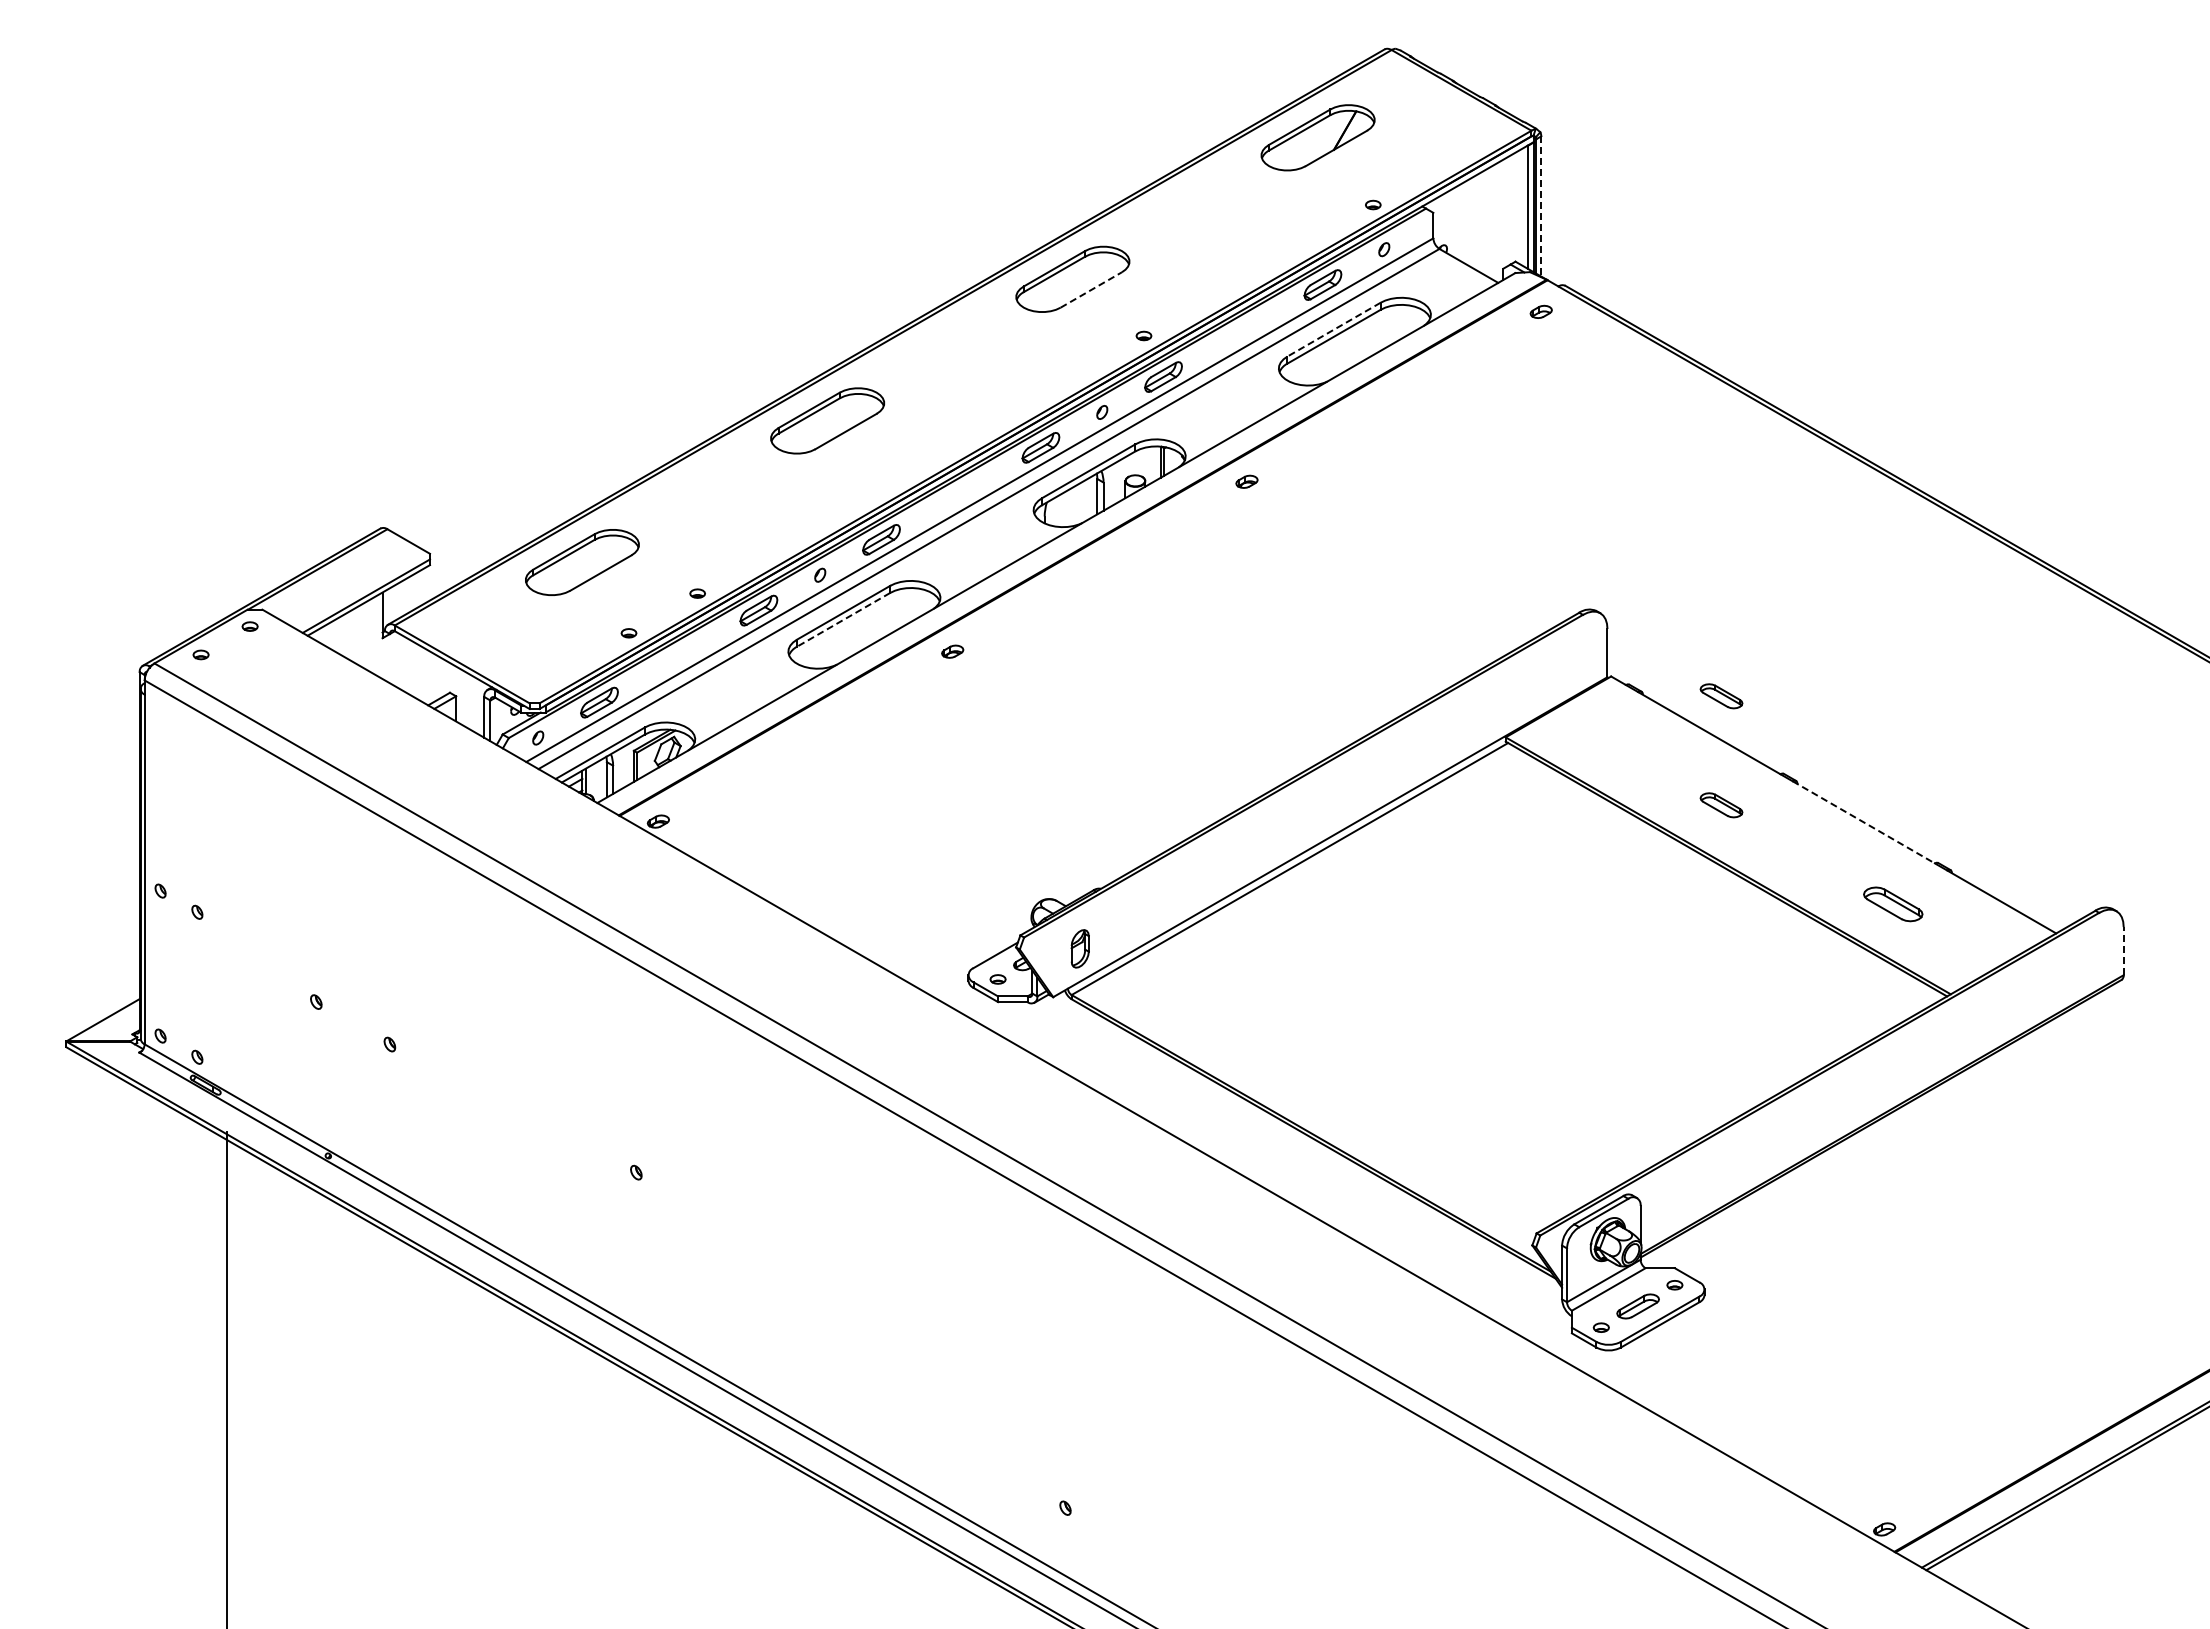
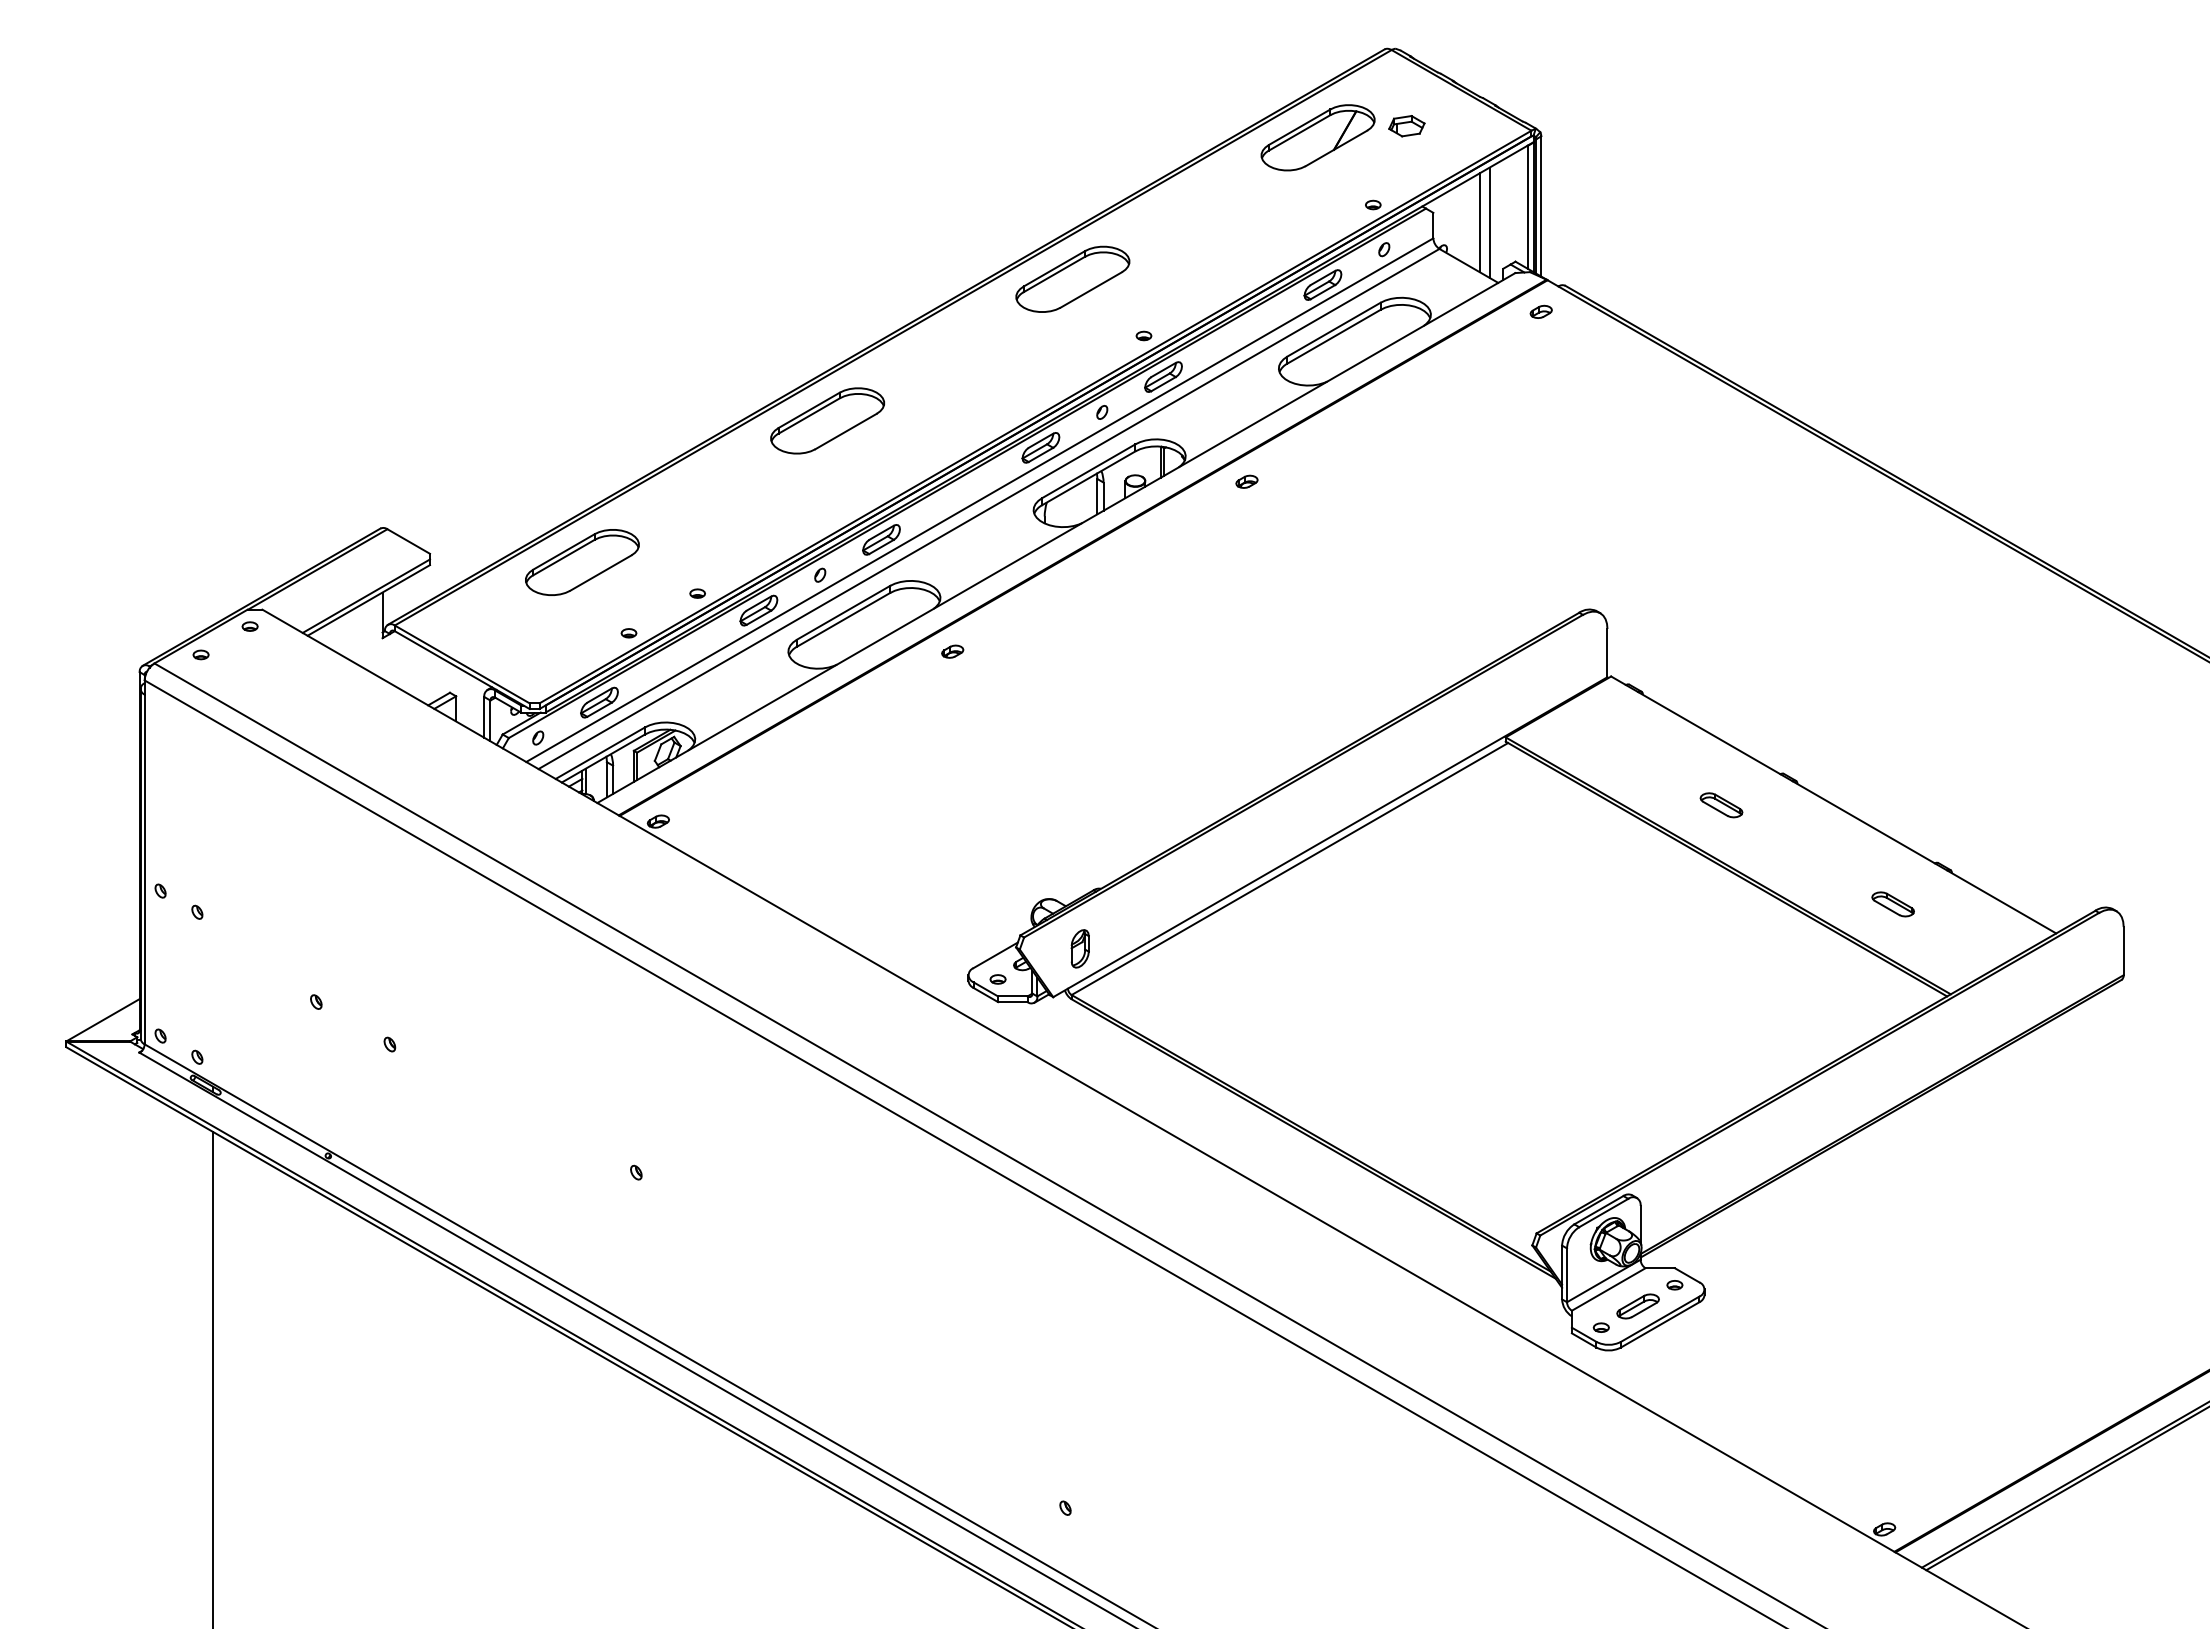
part at (1406, 126): none -> present
line at (1541, 206): dashed -> solid
line at (1479, 222): none -> present
line at (1489, 222): none -> present
line at (1091, 289): dashed -> solid
line at (1334, 329): dashed -> solid
line at (843, 619): dashed -> solid
part at (1721, 696): present -> none
line at (1864, 822): dashed -> solid
part at (1893, 904) size: 61x37 px -> 44x27 px
line at (2123, 950): dashed -> solid
line at (227, 1378) position: (227, 1378) -> (213, 1378)
